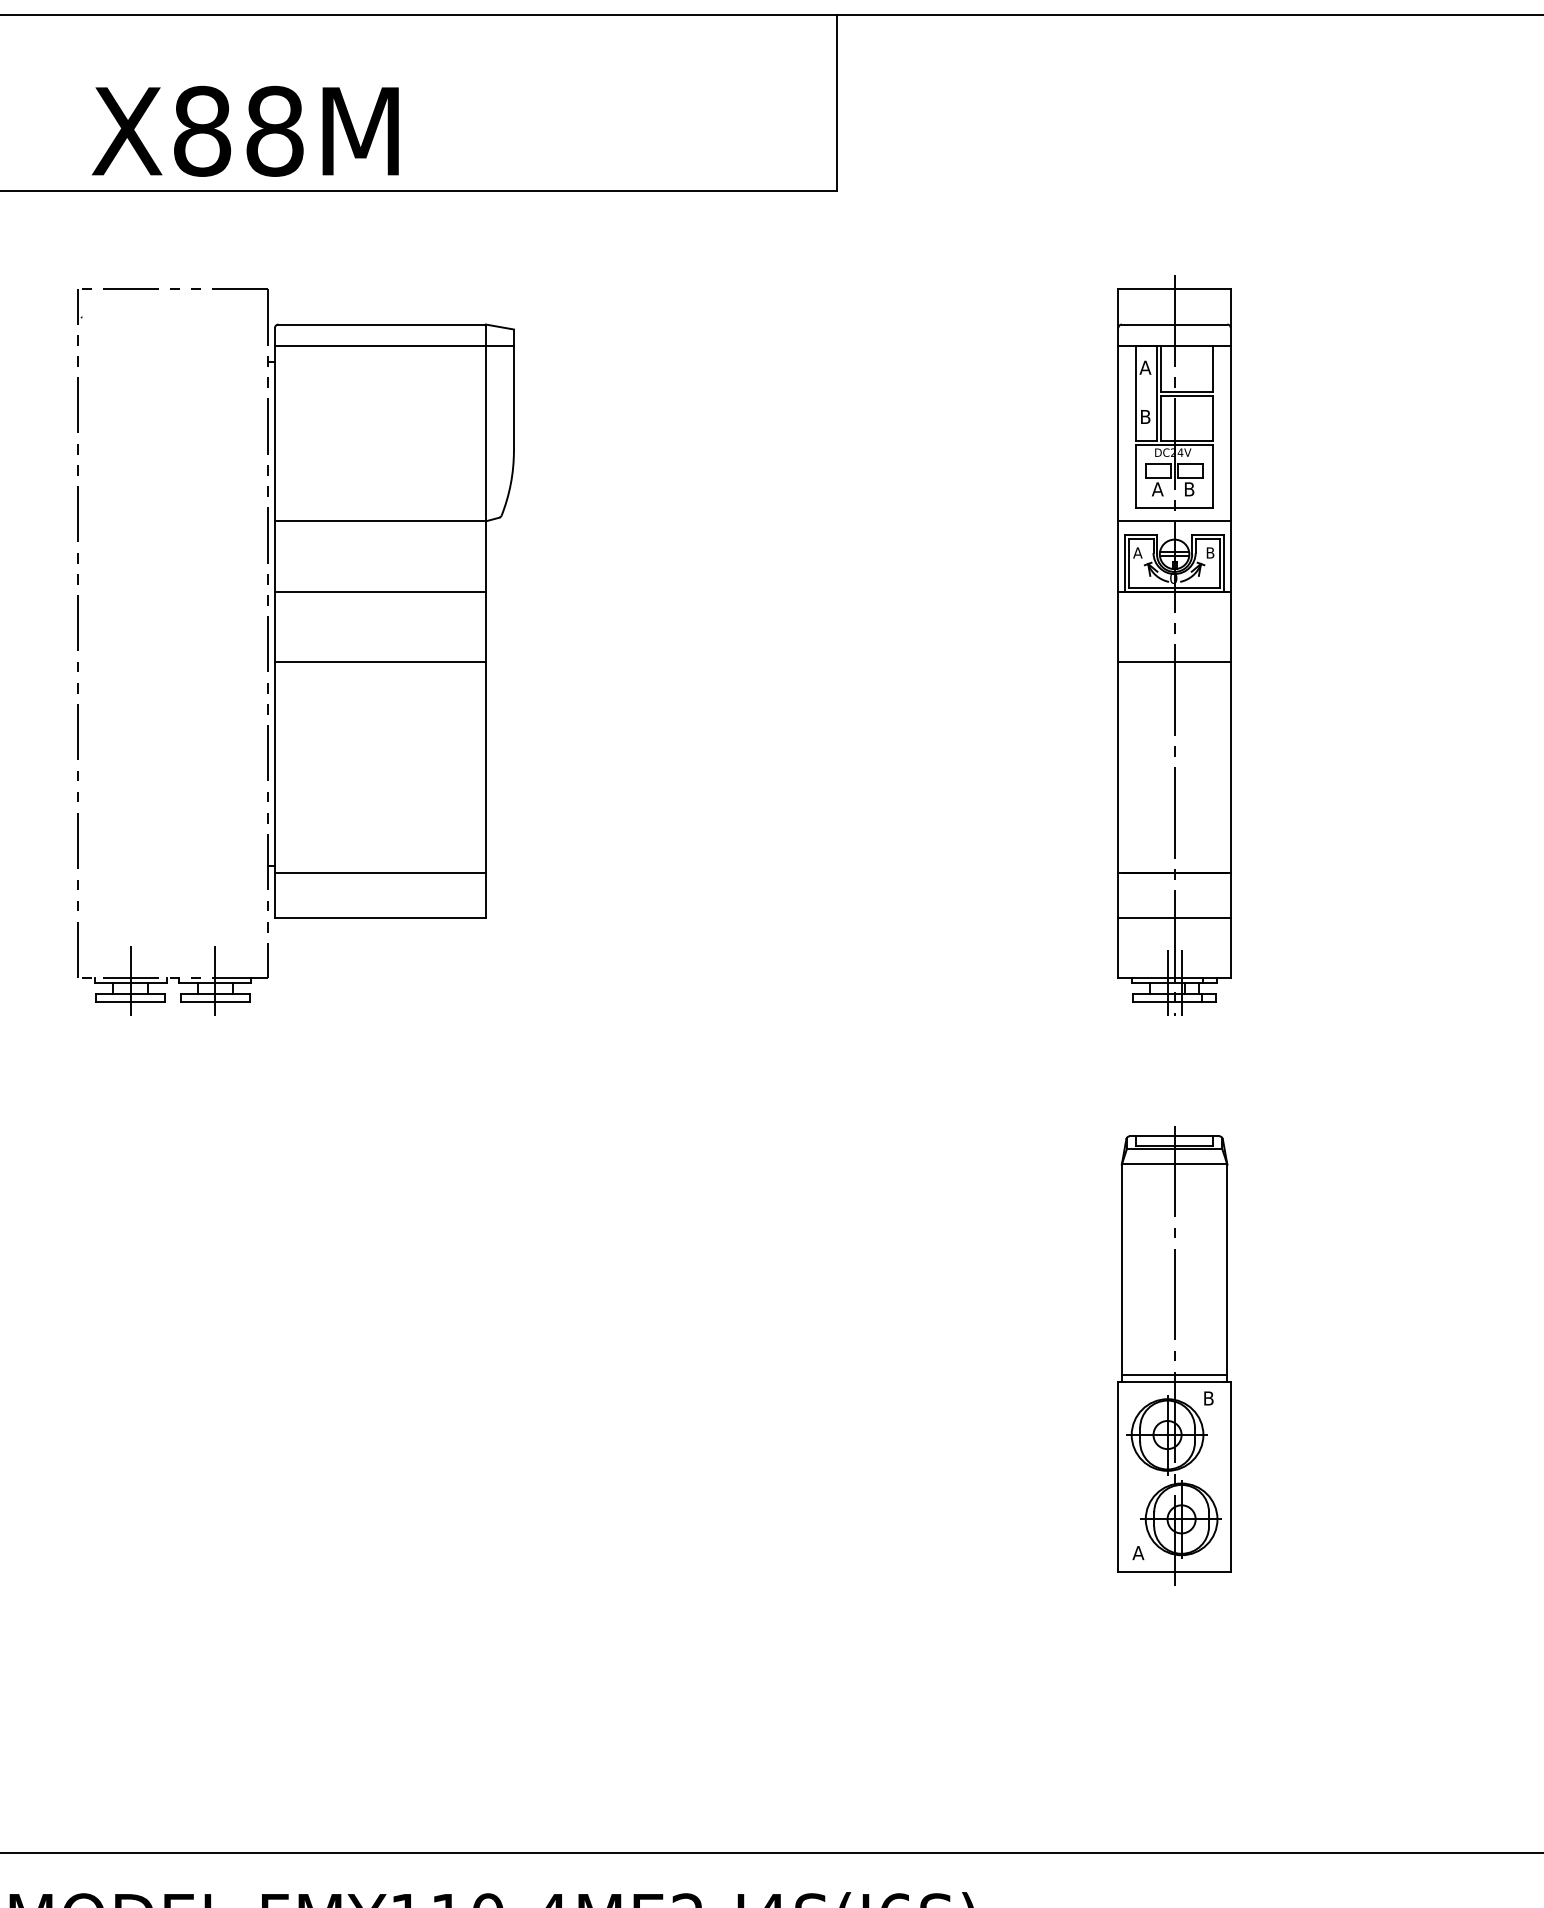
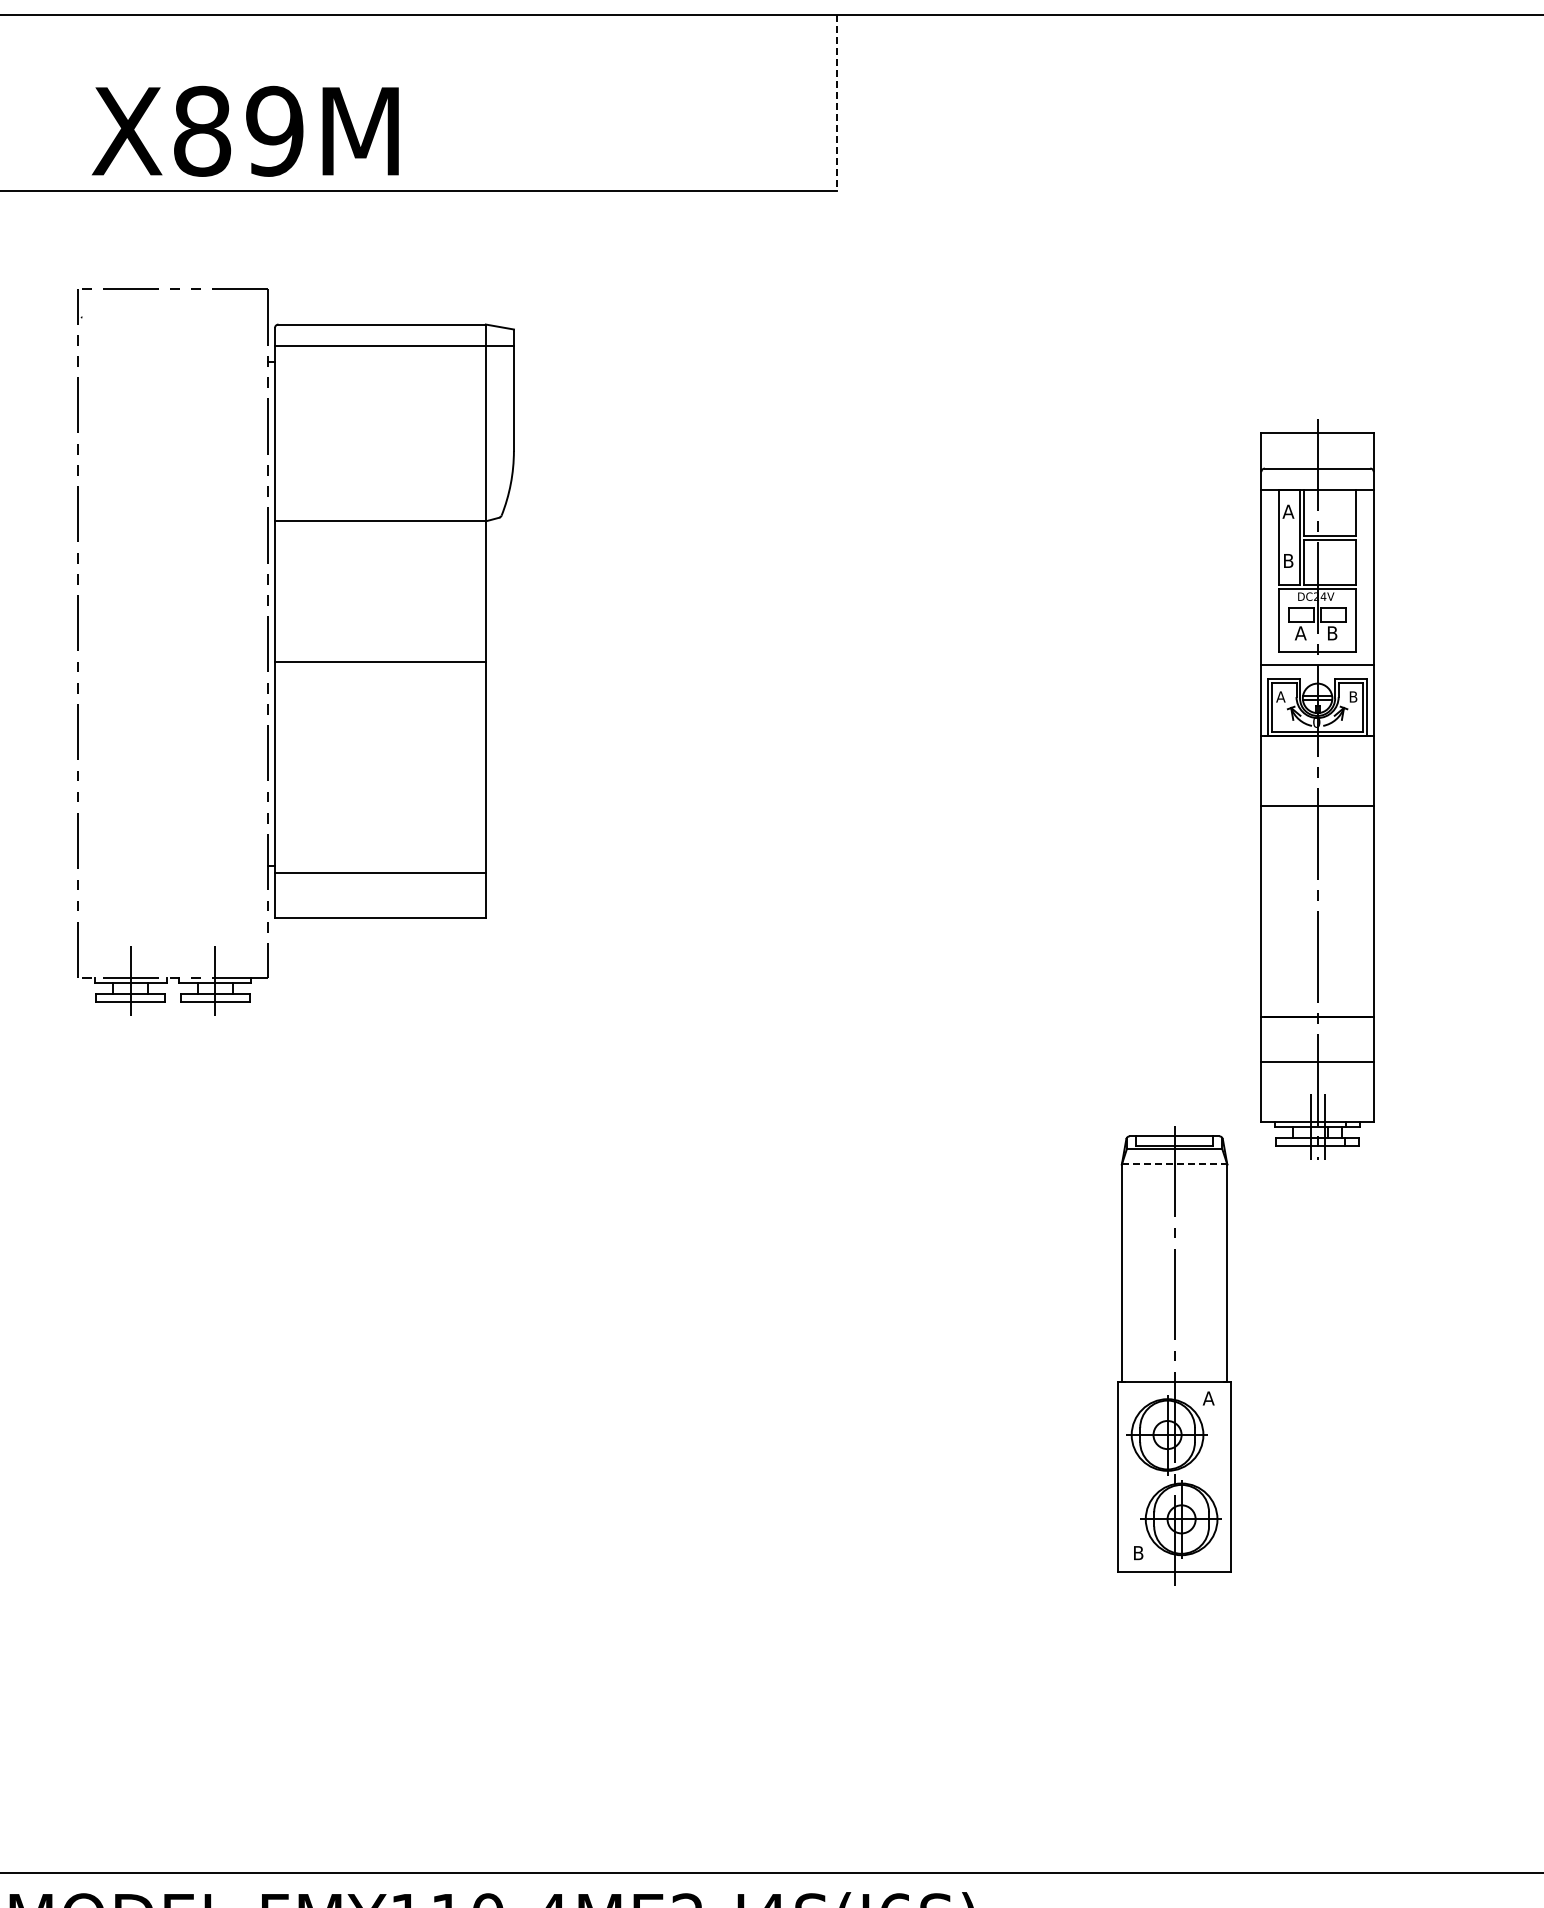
line at (836, 103): solid -> dashed
text at (274, 130): X88M -> X89M
line at (379, 591): present -> none
part at (1174, 645) position: (1174, 645) -> (1317, 789)
line at (1174, 1164): solid -> dashed
line at (1174, 1375): present -> none
text at (1208, 1398): B -> A
text at (1138, 1553): A -> B
line at (771, 1853) position: (771, 1853) -> (771, 1873)
